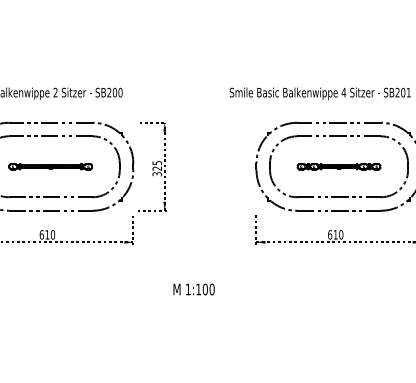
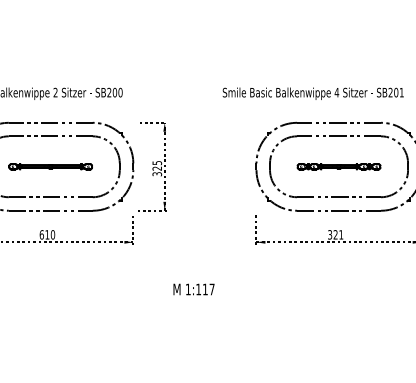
text at (319, 93) position: (319, 93) -> (312, 93)
text at (335, 234): 610 -> 321
text at (208, 289): 1:100 -> 1:117
